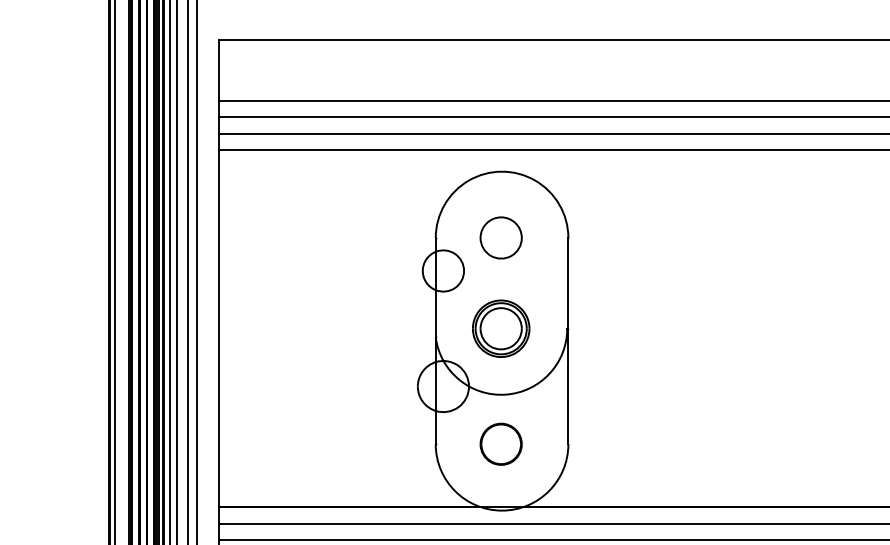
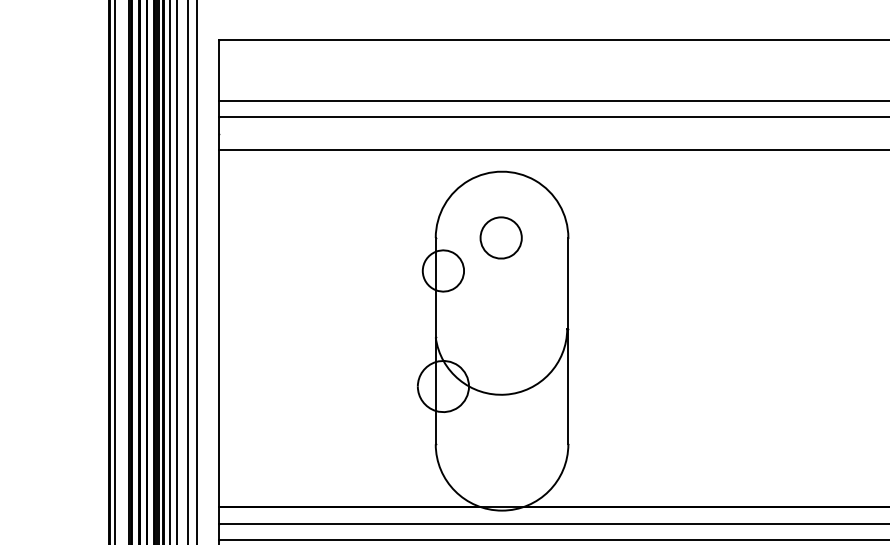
line at (552, 133): present -> none
part at (501, 328): present -> none
part at (500, 443): present -> none
